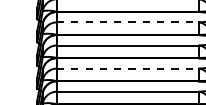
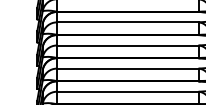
line at (128, 22): dashed -> solid
line at (128, 68): dashed -> solid
